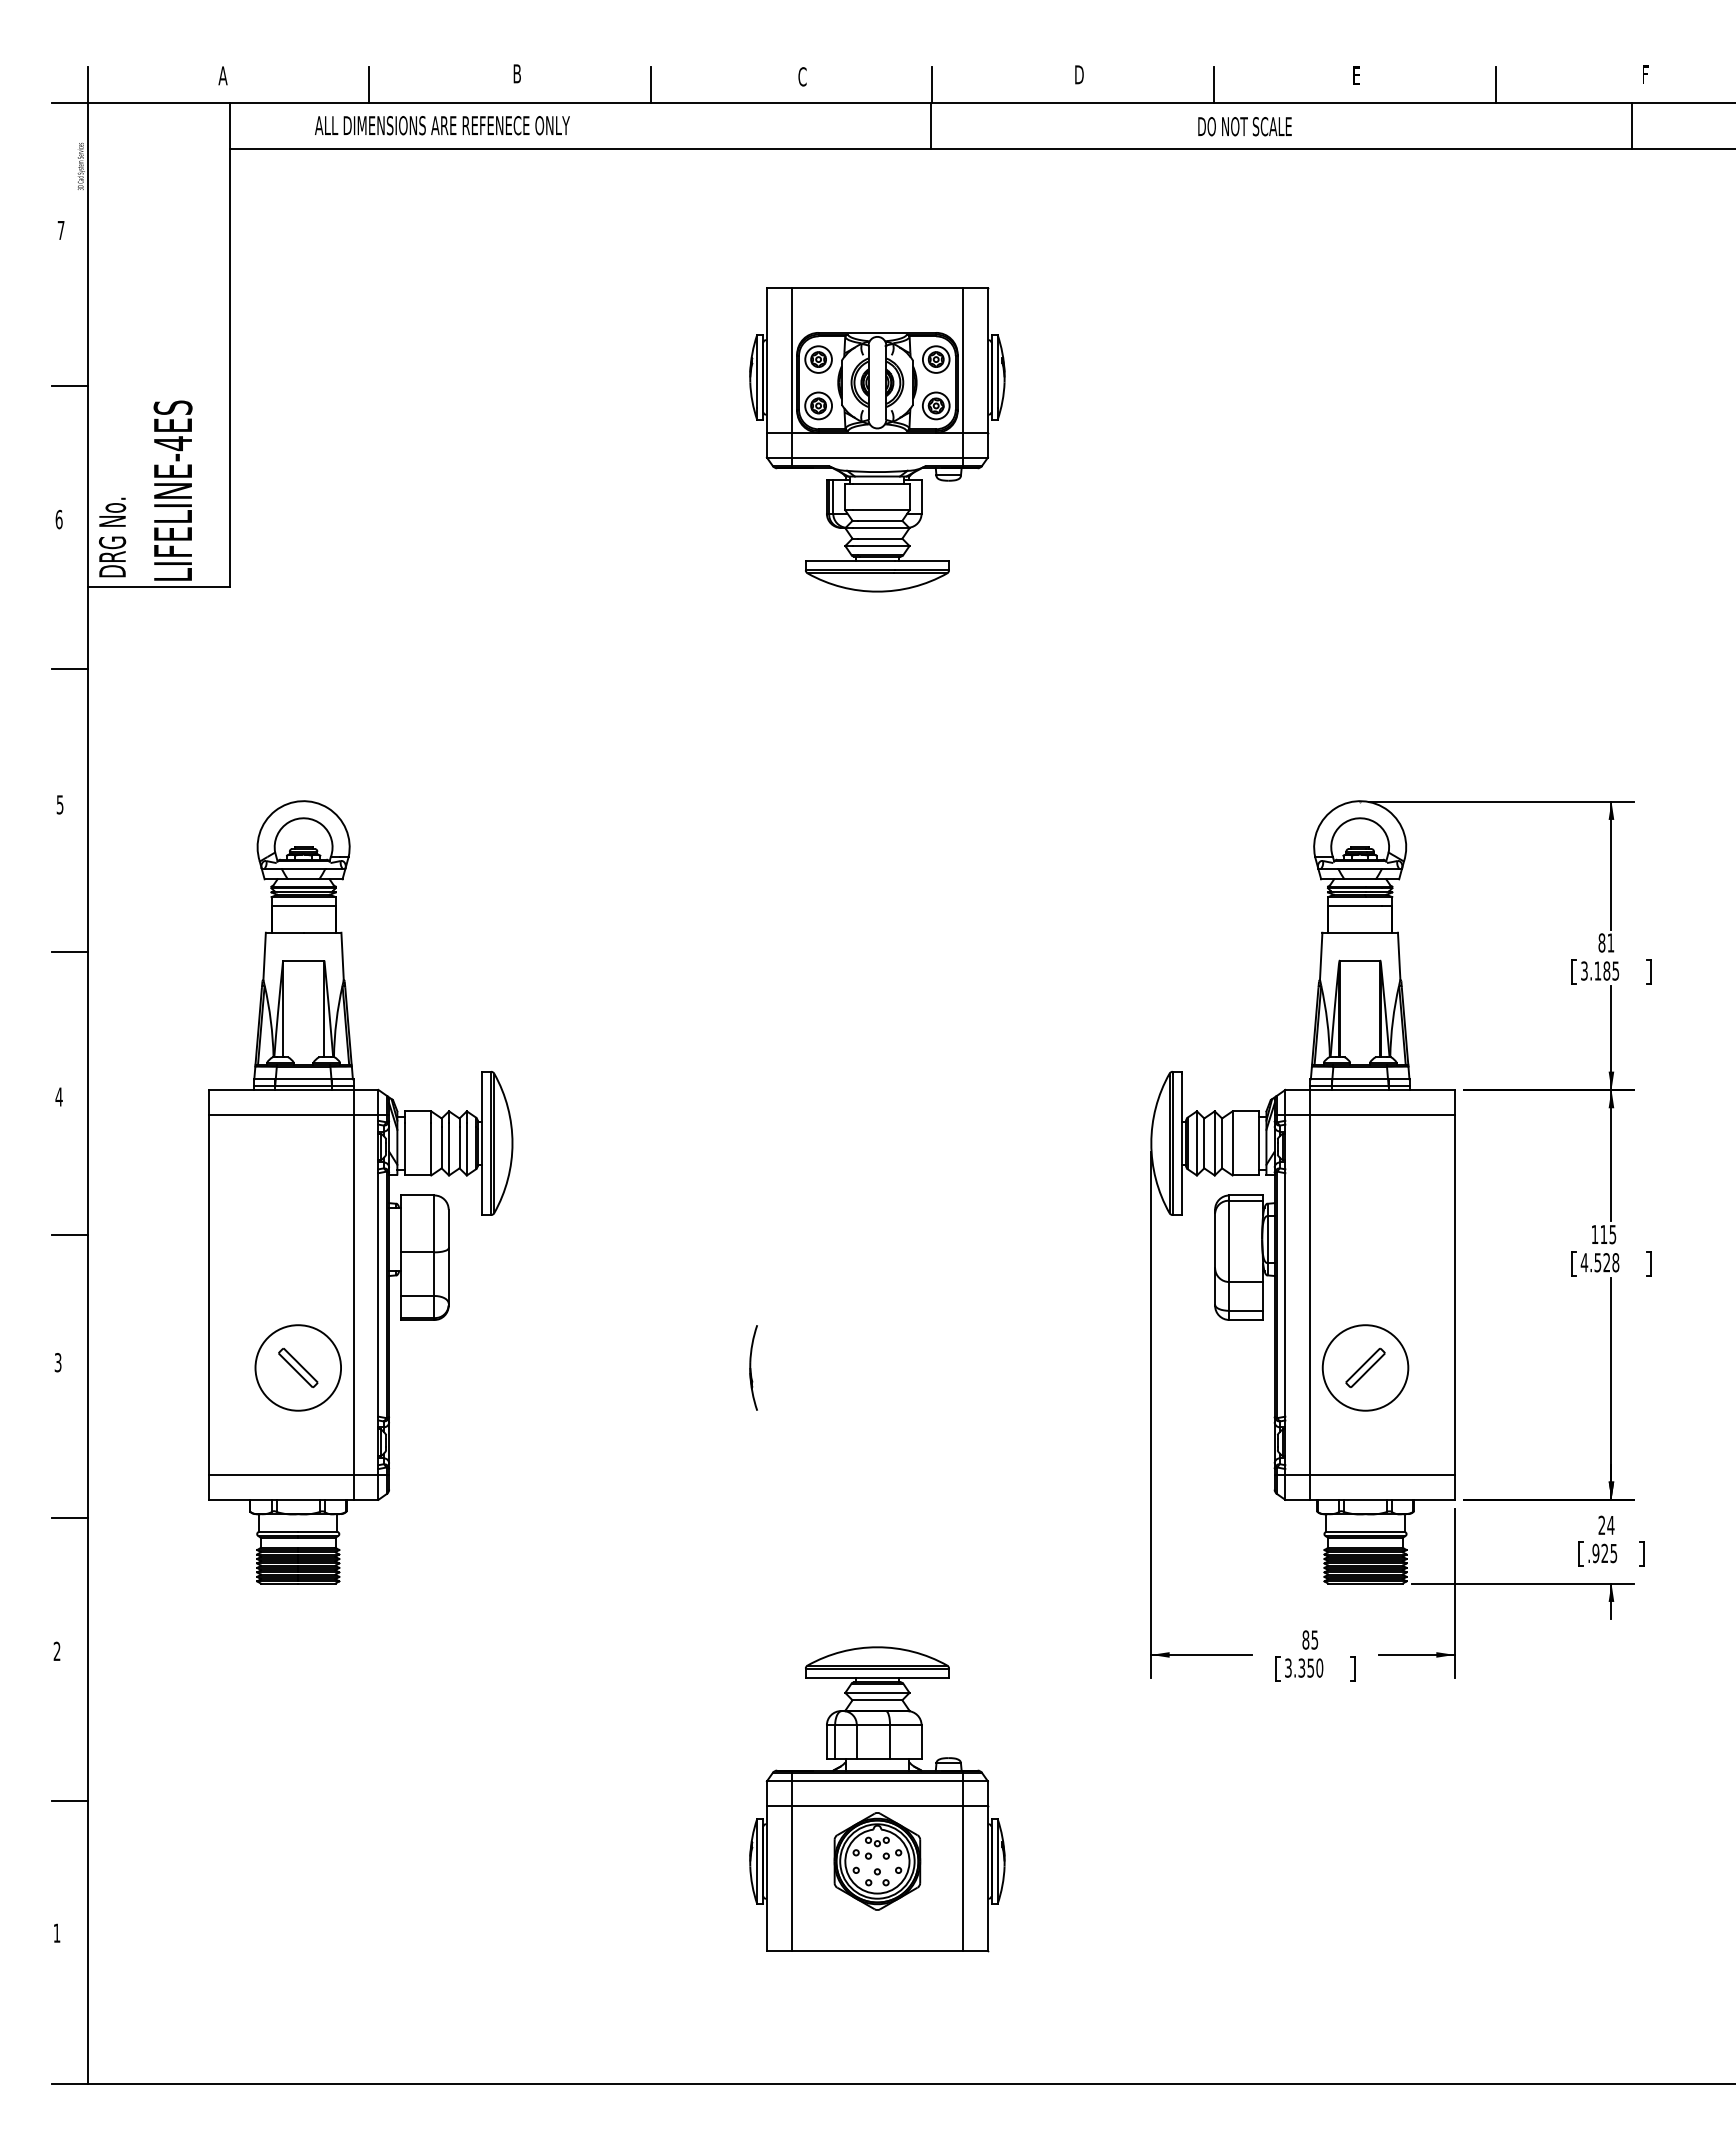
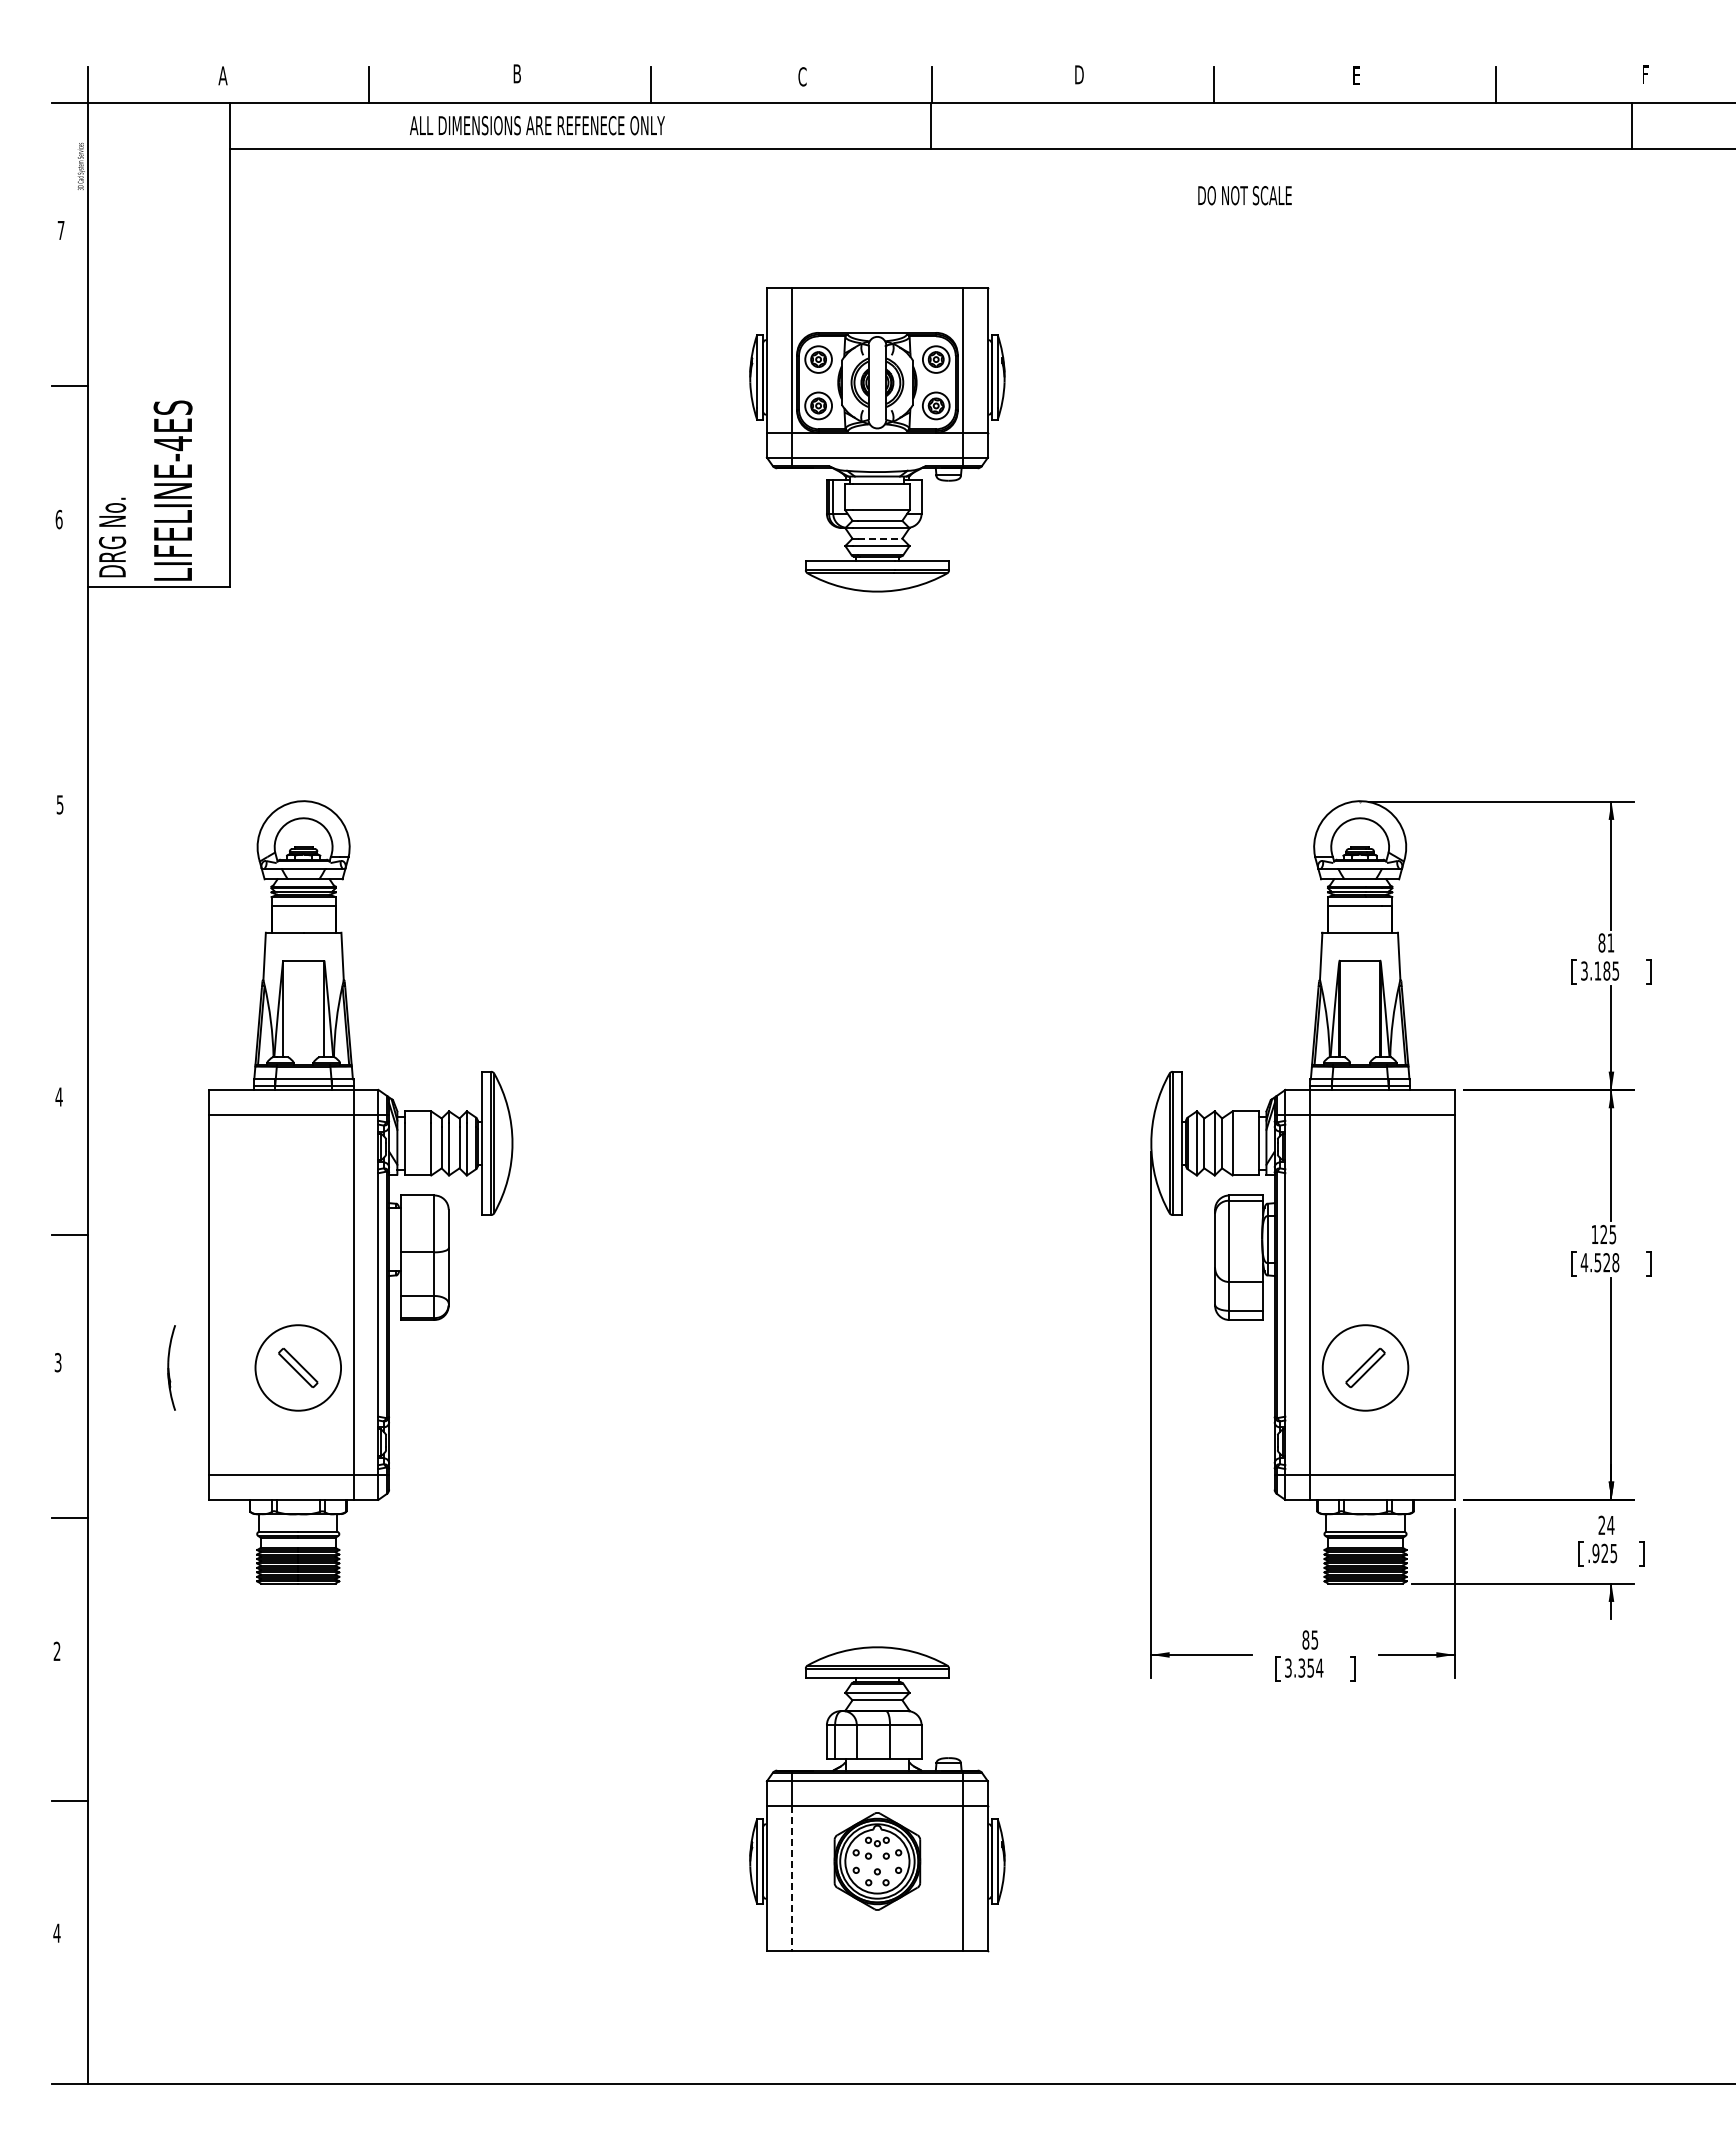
text at (442, 125) position: (442, 125) -> (537, 125)
text at (1244, 126) position: (1244, 126) -> (1244, 195)
line at (880, 538): solid -> dashed
line at (69, 669): present -> none
line at (69, 952): present -> none
text at (1603, 1233): 115 -> 125
part at (753, 1367) position: (753, 1367) -> (171, 1367)
text at (1319, 1667): 3.350 -> 3.354
line at (791, 1878): solid -> dashed
text at (56, 1932): 1 -> 4
